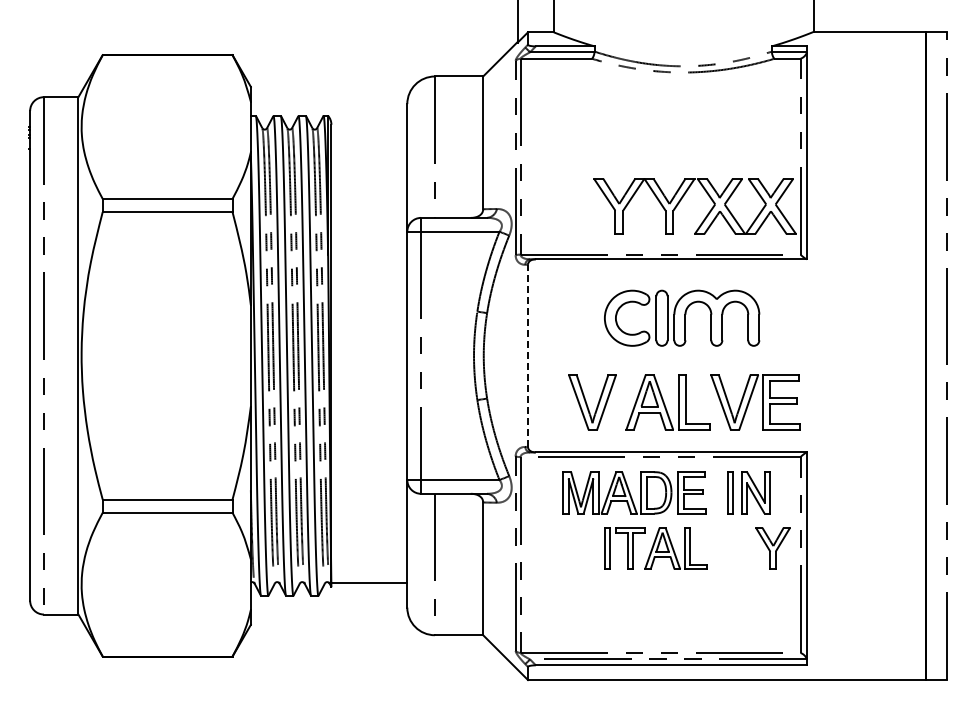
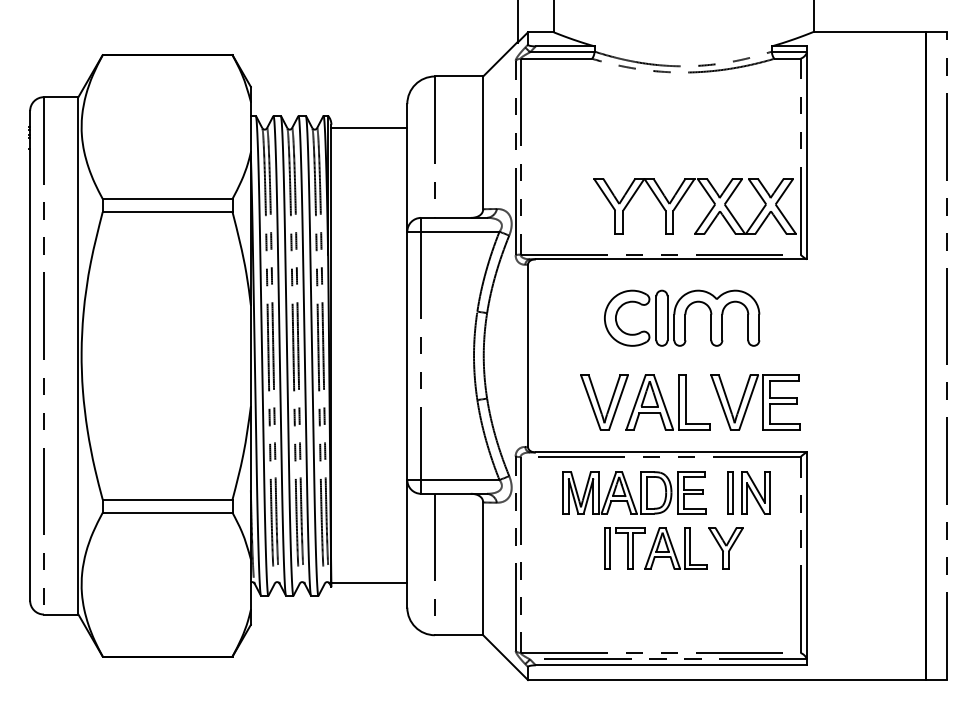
line at (369, 128): none -> present
line at (528, 355): dashed -> solid
part at (592, 402) position: (592, 402) -> (604, 402)
part at (772, 548) position: (772, 548) -> (725, 548)
